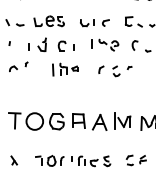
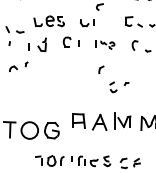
part at (14, 22) position: (14, 22) -> (14, 29)
part at (105, 22) position: (105, 22) -> (99, 6)
part at (105, 44) size: 29x14 px -> 21x10 px
part at (65, 45) position: (65, 45) -> (70, 41)
part at (65, 69): present -> none
part at (122, 71) position: (122, 71) -> (119, 87)
part at (36, 121) position: (36, 121) -> (31, 130)
part at (14, 160): present -> none
part at (135, 160) position: (135, 160) -> (129, 163)
